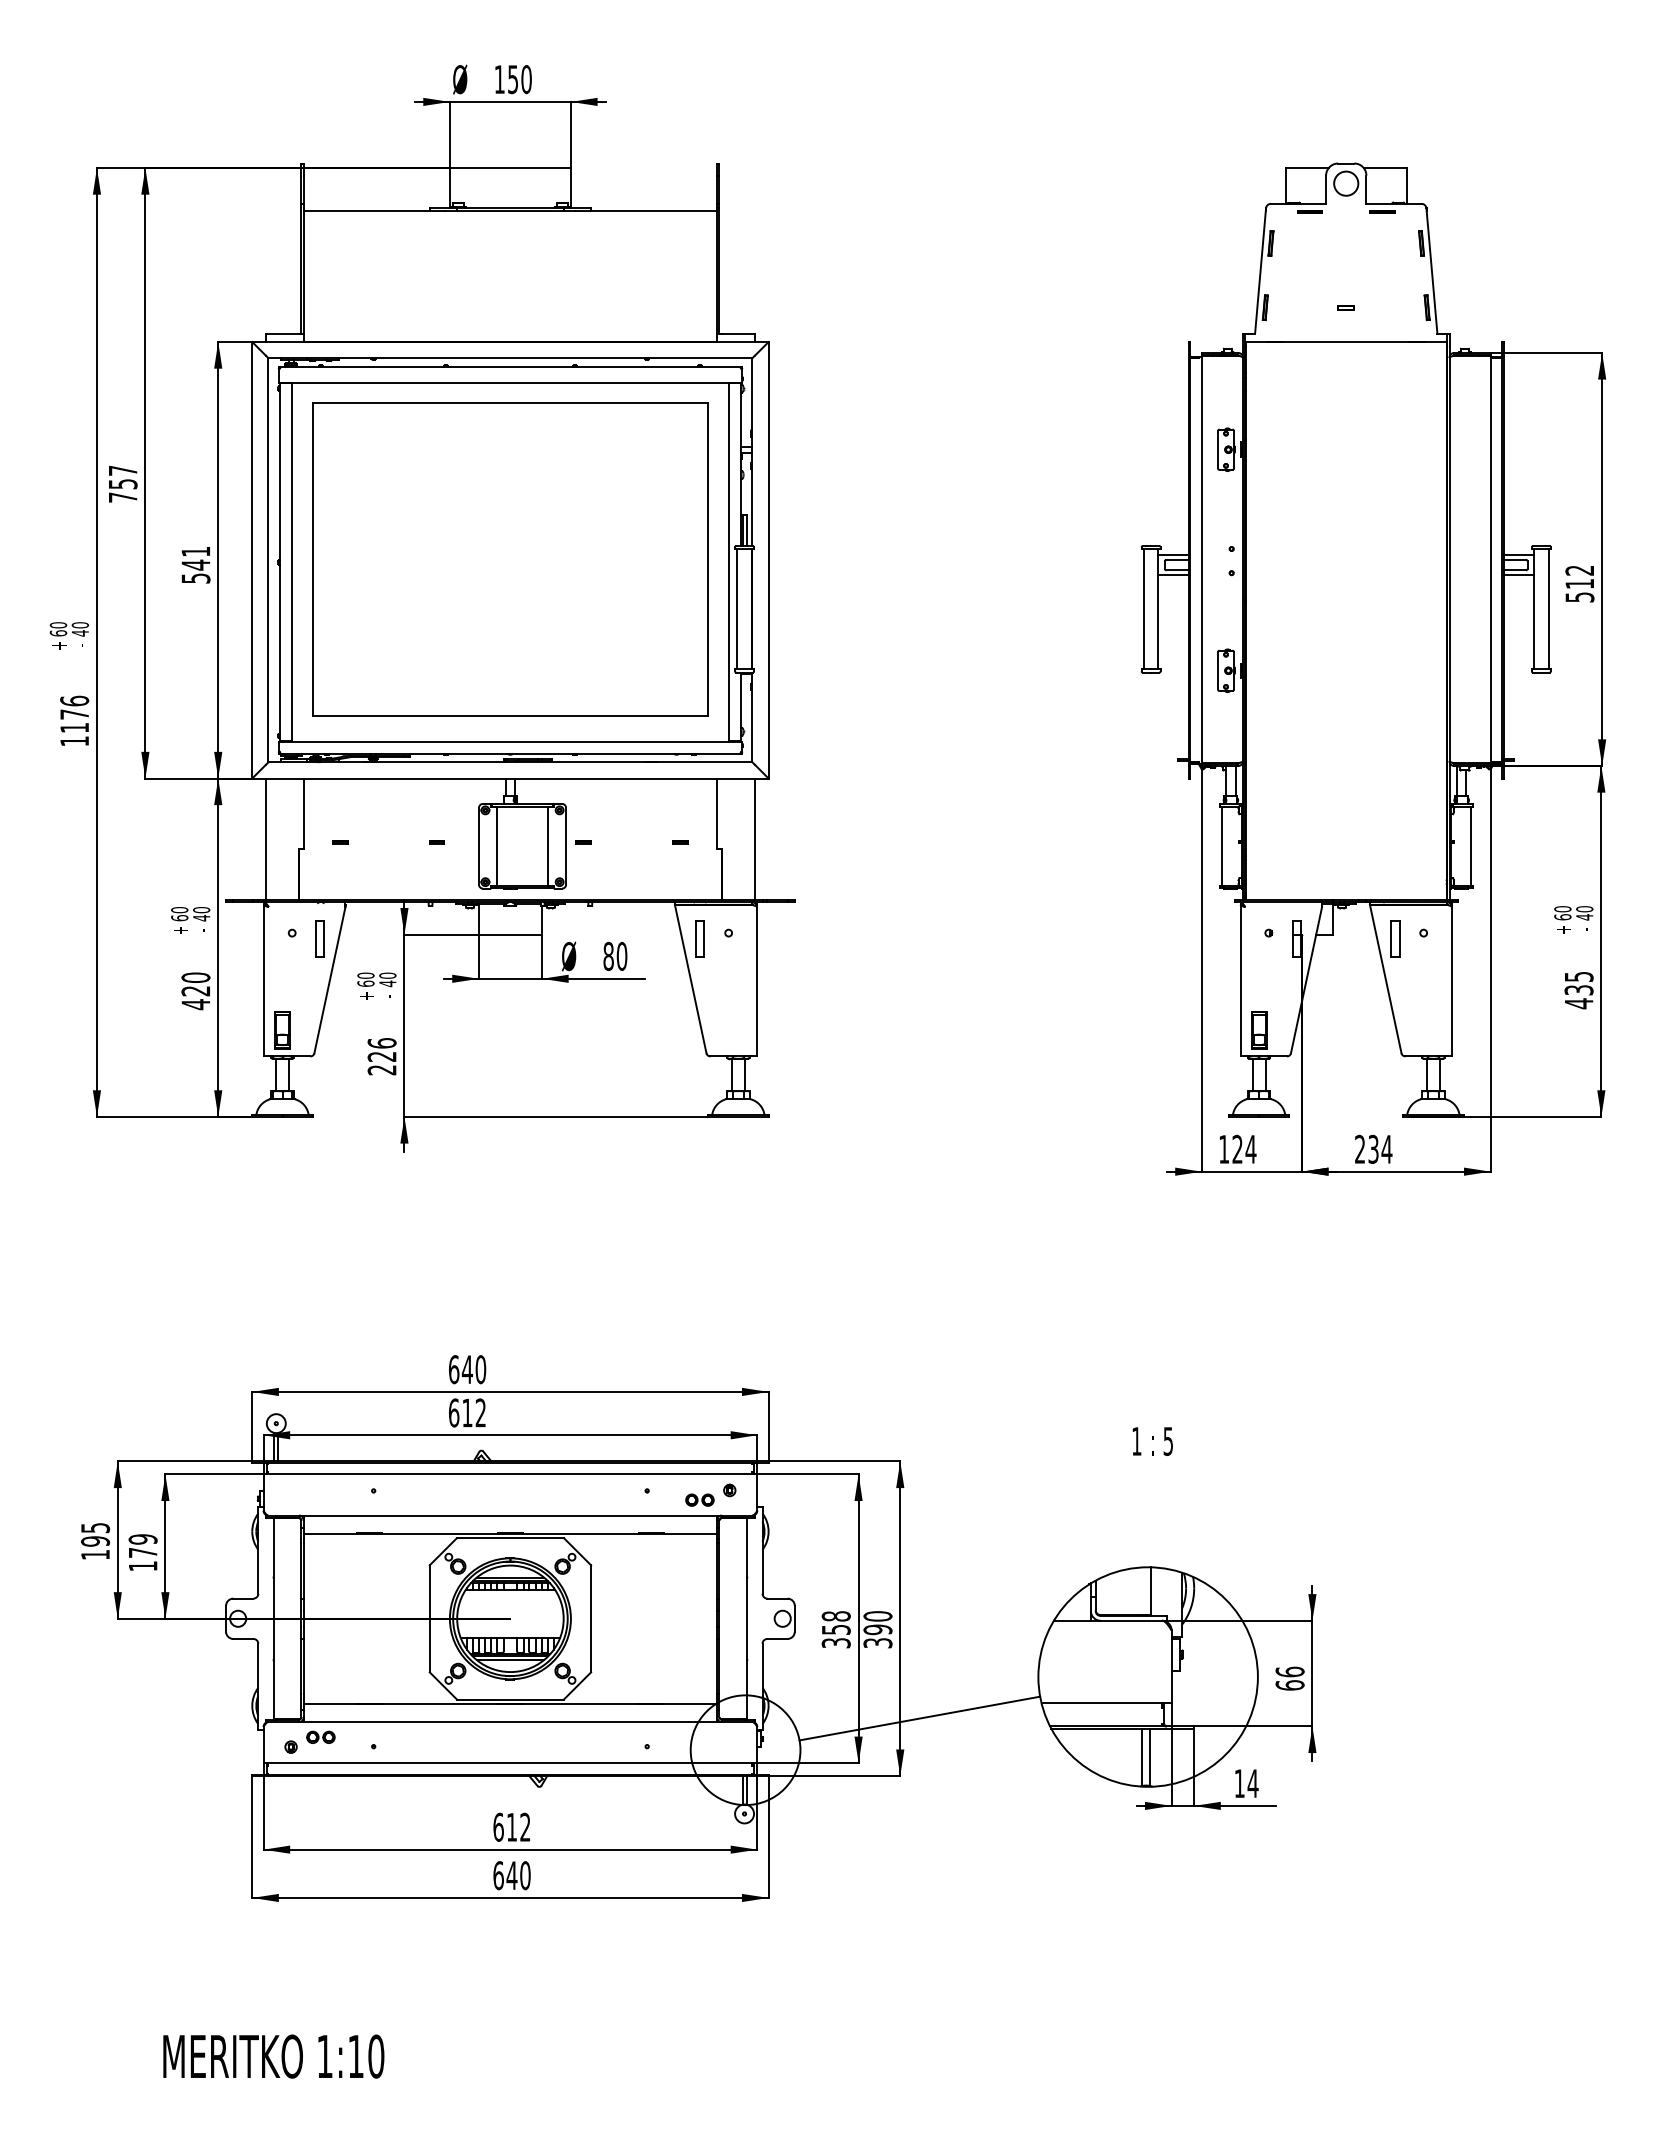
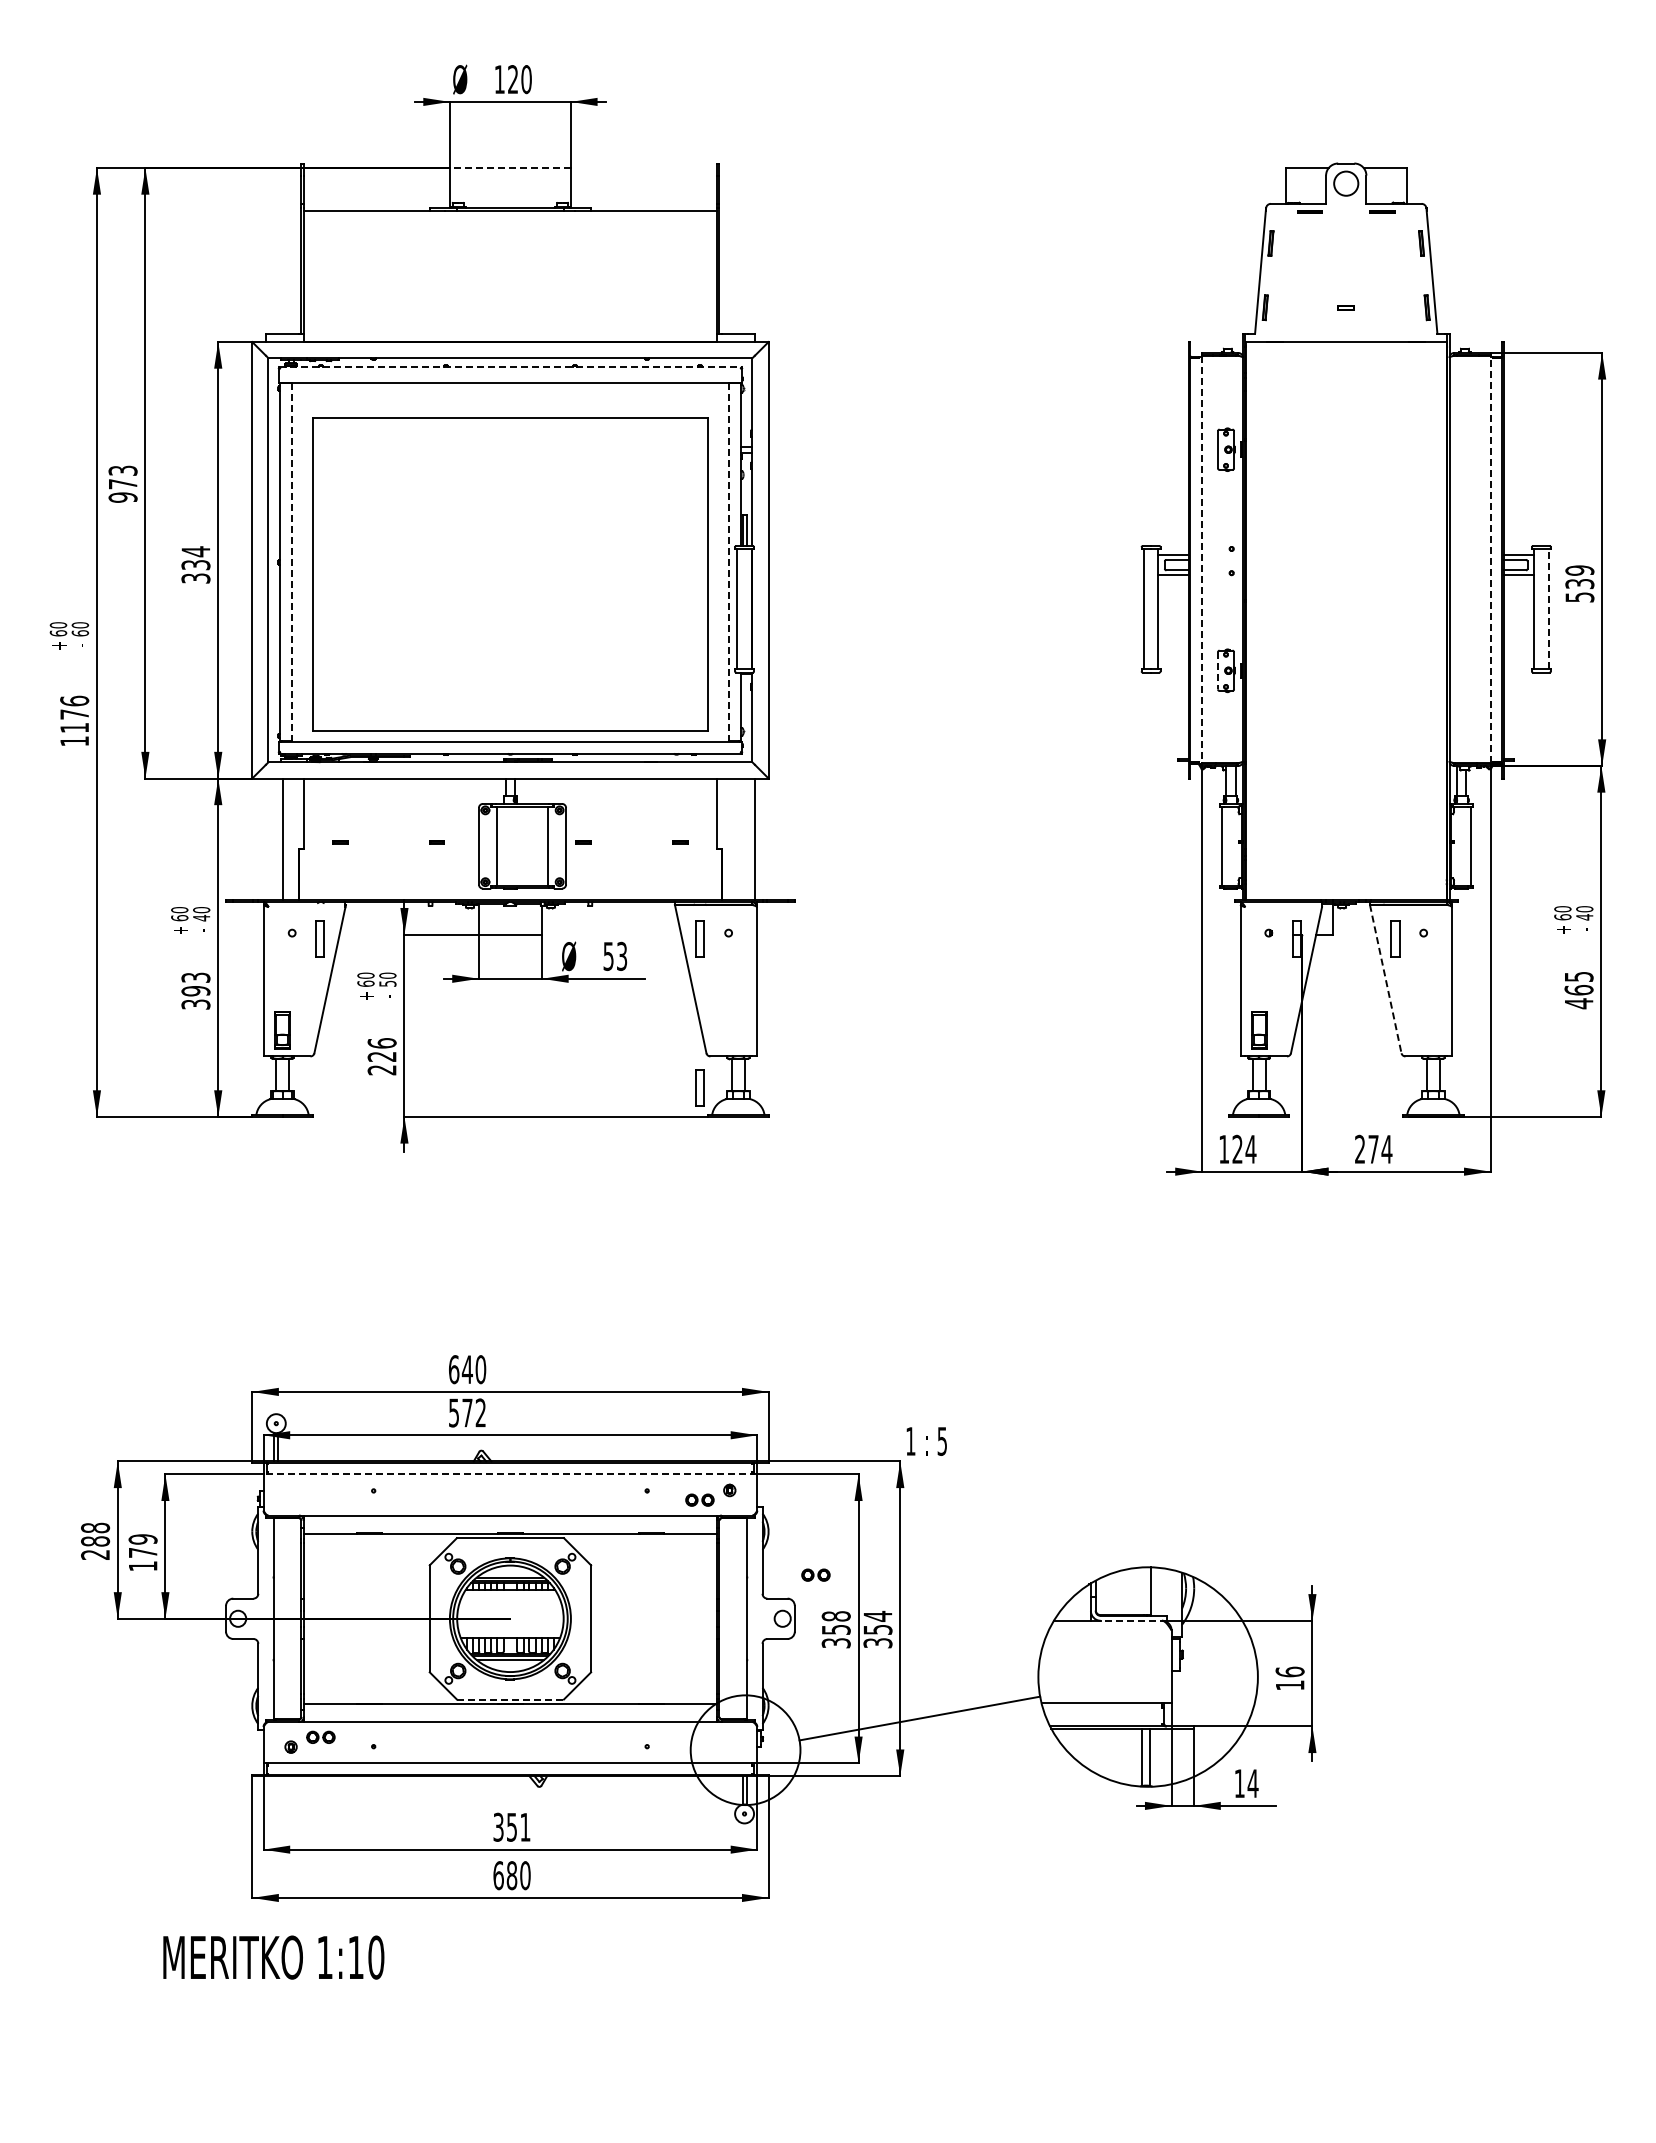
text at (512, 79): 150 -> 120
line at (510, 168): solid -> dashed
line at (510, 366): solid -> dashed
text at (122, 483): 757 -> 973
part at (510, 559) position: (510, 559) -> (510, 574)
line at (1201, 559): solid -> dashed
line at (1490, 559): solid -> dashed
line at (291, 562): solid -> dashed
line at (729, 562): solid -> dashed
text at (195, 564): 541 -> 334
text at (1579, 577): 512 -> 539
line at (1548, 608): solid -> dashed
text at (80, 633): 40 -> 60
line at (1217, 670): solid -> dashed
line at (265, 838) position: (265, 838) -> (282, 838)
text at (615, 955): 80 -> 53
line at (1385, 979): solid -> dashed
text at (387, 983): 40 -> 50
text at (1578, 990): 435 -> 465
text at (195, 991): 420 -> 393
part at (699, 1087): none -> present
text at (1373, 1148): 234 -> 274
text at (460, 1412): 612 -> 572
text at (1152, 1441) position: (1152, 1441) -> (926, 1441)
line at (510, 1474): solid -> dashed
text at (95, 1540): 195 -> 288
part at (815, 1574): none -> present
line at (1133, 1620): solid -> dashed
text at (877, 1622): 390 -> 354
text at (1289, 1685): 66 -> 16
line at (510, 1699): solid -> dashed
text at (511, 1826): 612 -> 351
text at (511, 1875): 640 -> 680
text at (273, 2056) position: (273, 2056) -> (273, 1957)
